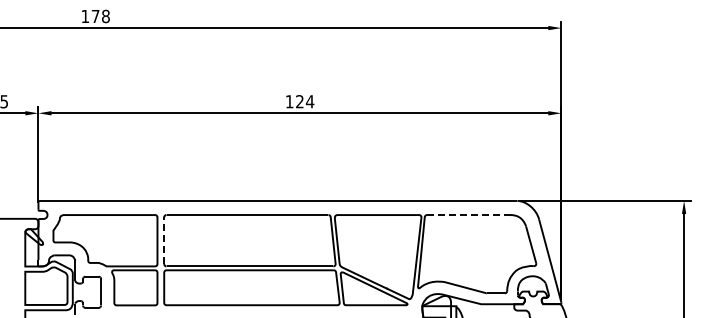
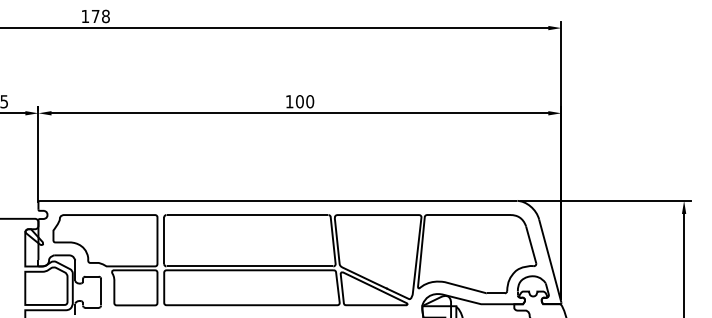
text at (305, 101): 124 -> 100
line at (468, 215): dashed -> solid
line at (164, 240): dashed -> solid
